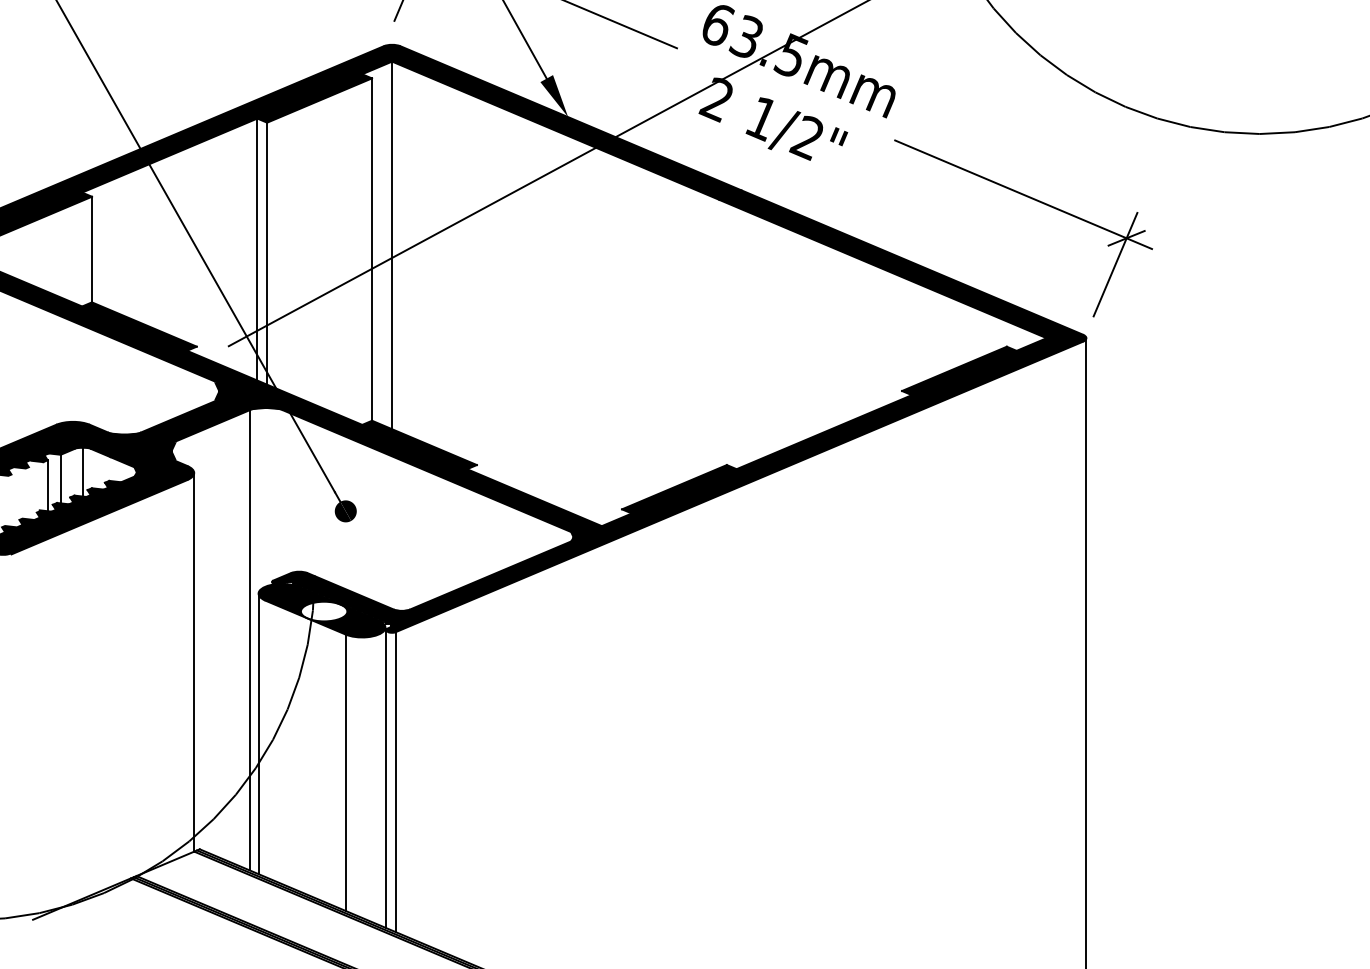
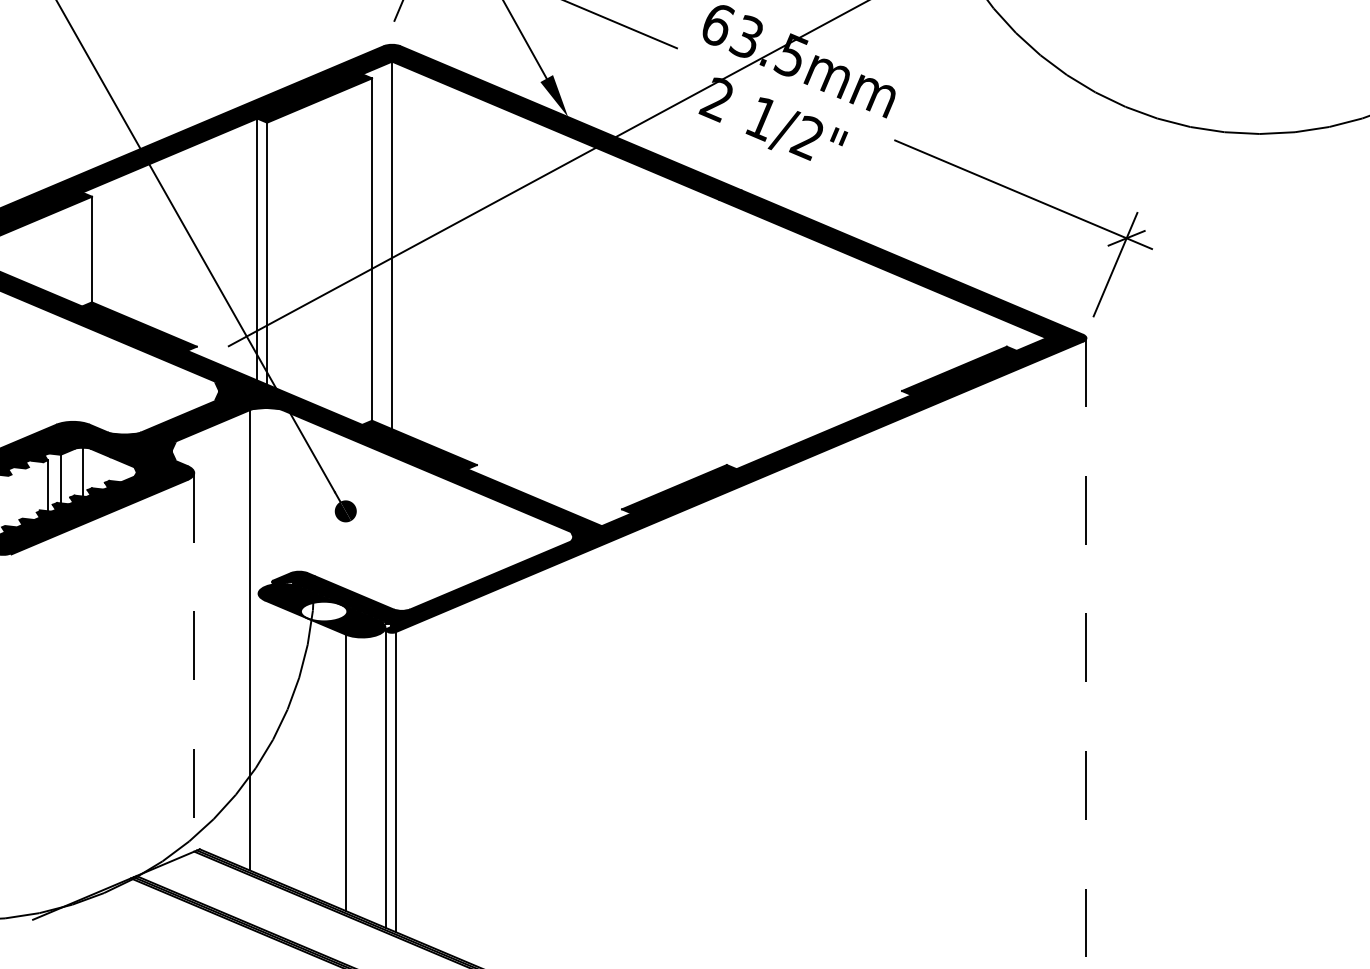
line at (1086, 654): solid -> dashed
line at (194, 663): solid -> dashed
line at (258, 733): present -> none
